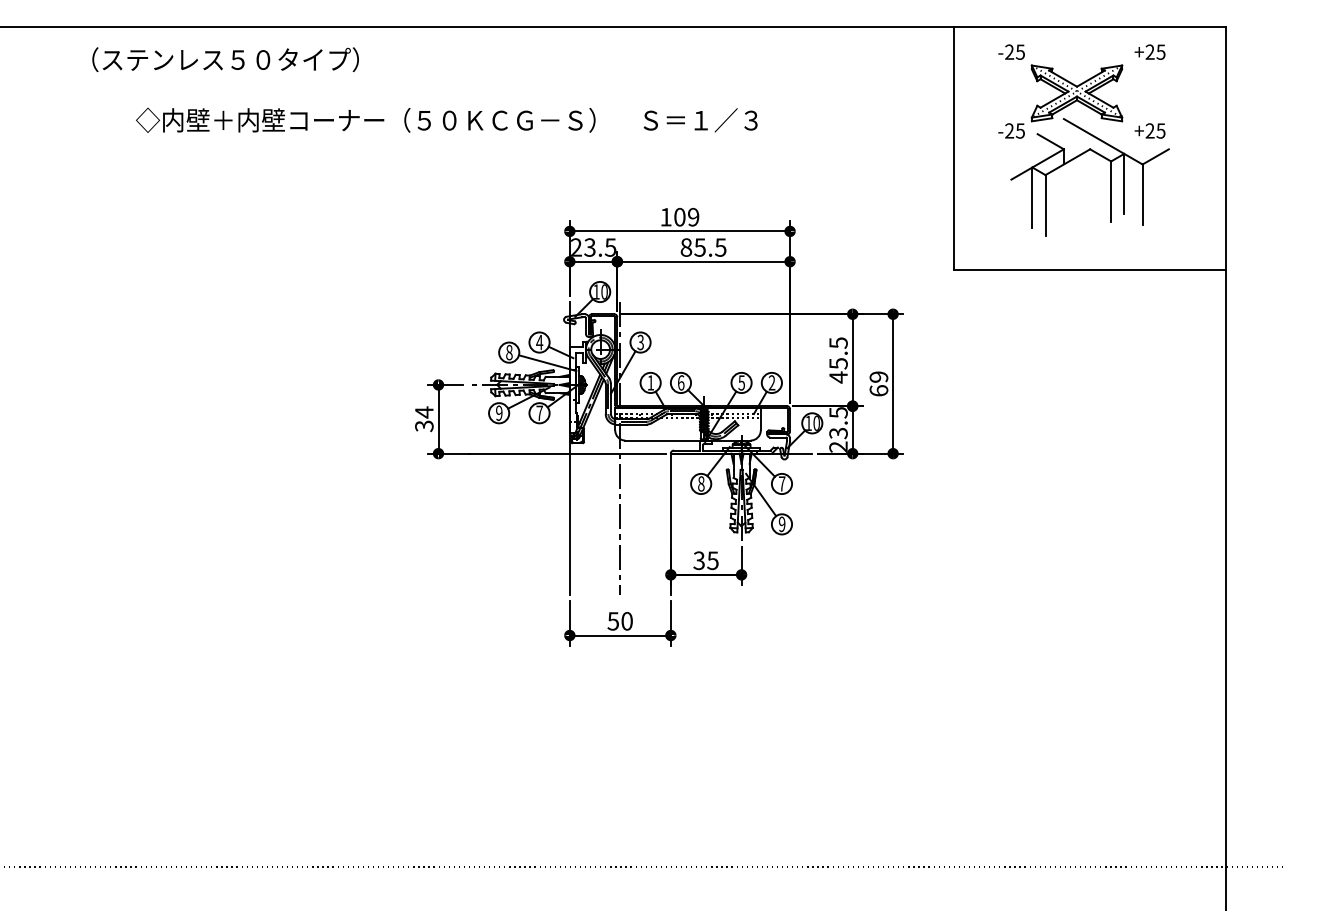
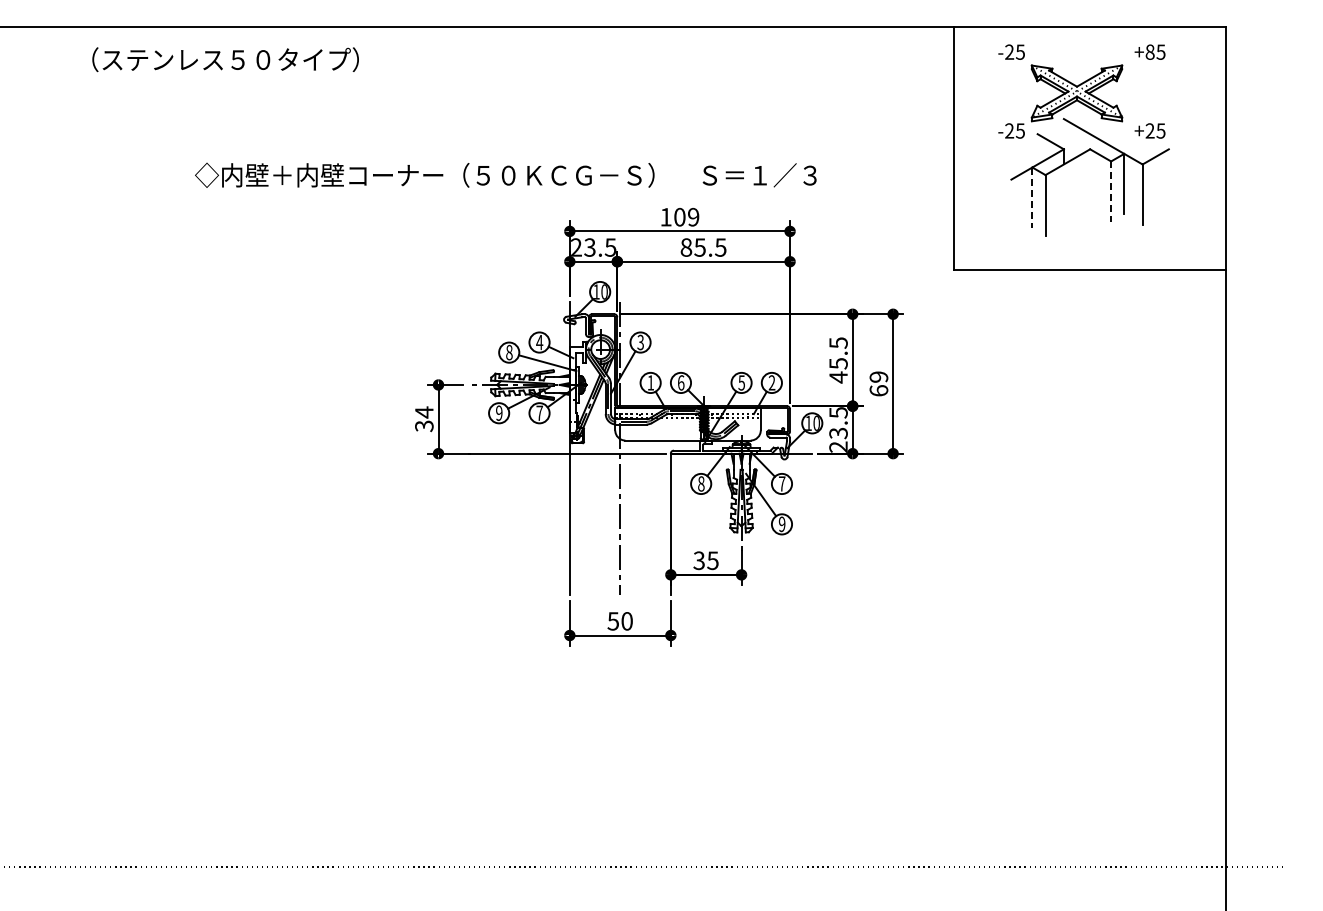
text at (1149, 51): +25 -> +85
text at (446, 119) position: (446, 119) -> (505, 174)
line at (1111, 192): solid -> dashed
line at (1032, 198): solid -> dashed
